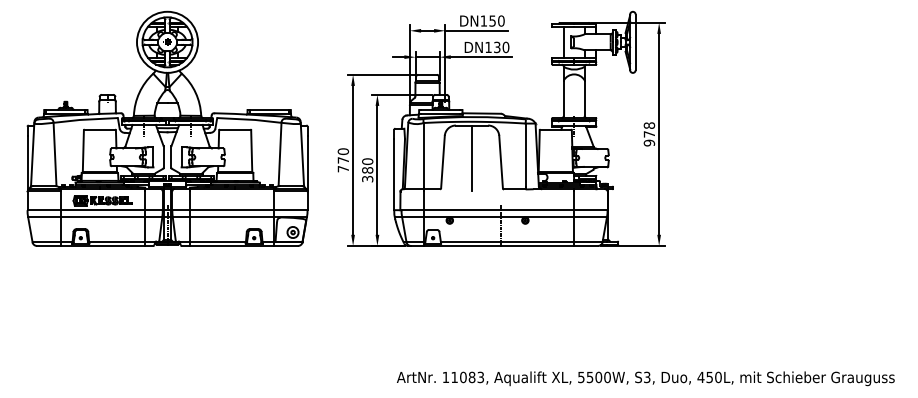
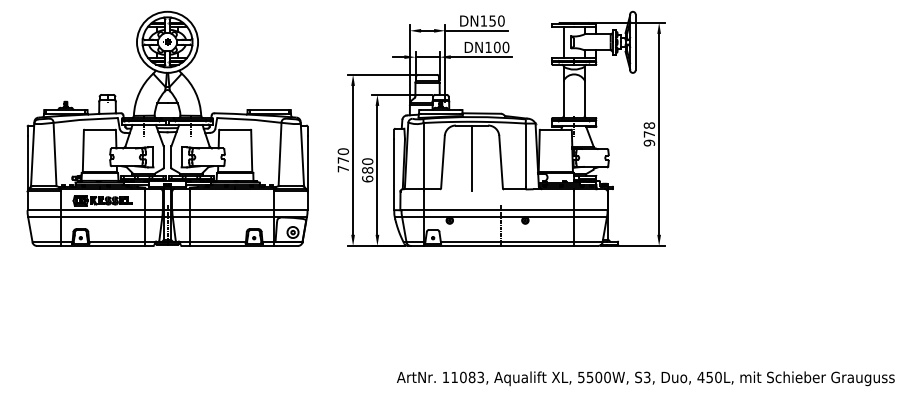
text at (496, 47): DN130 -> DN100
text at (367, 178): 380 -> 680
